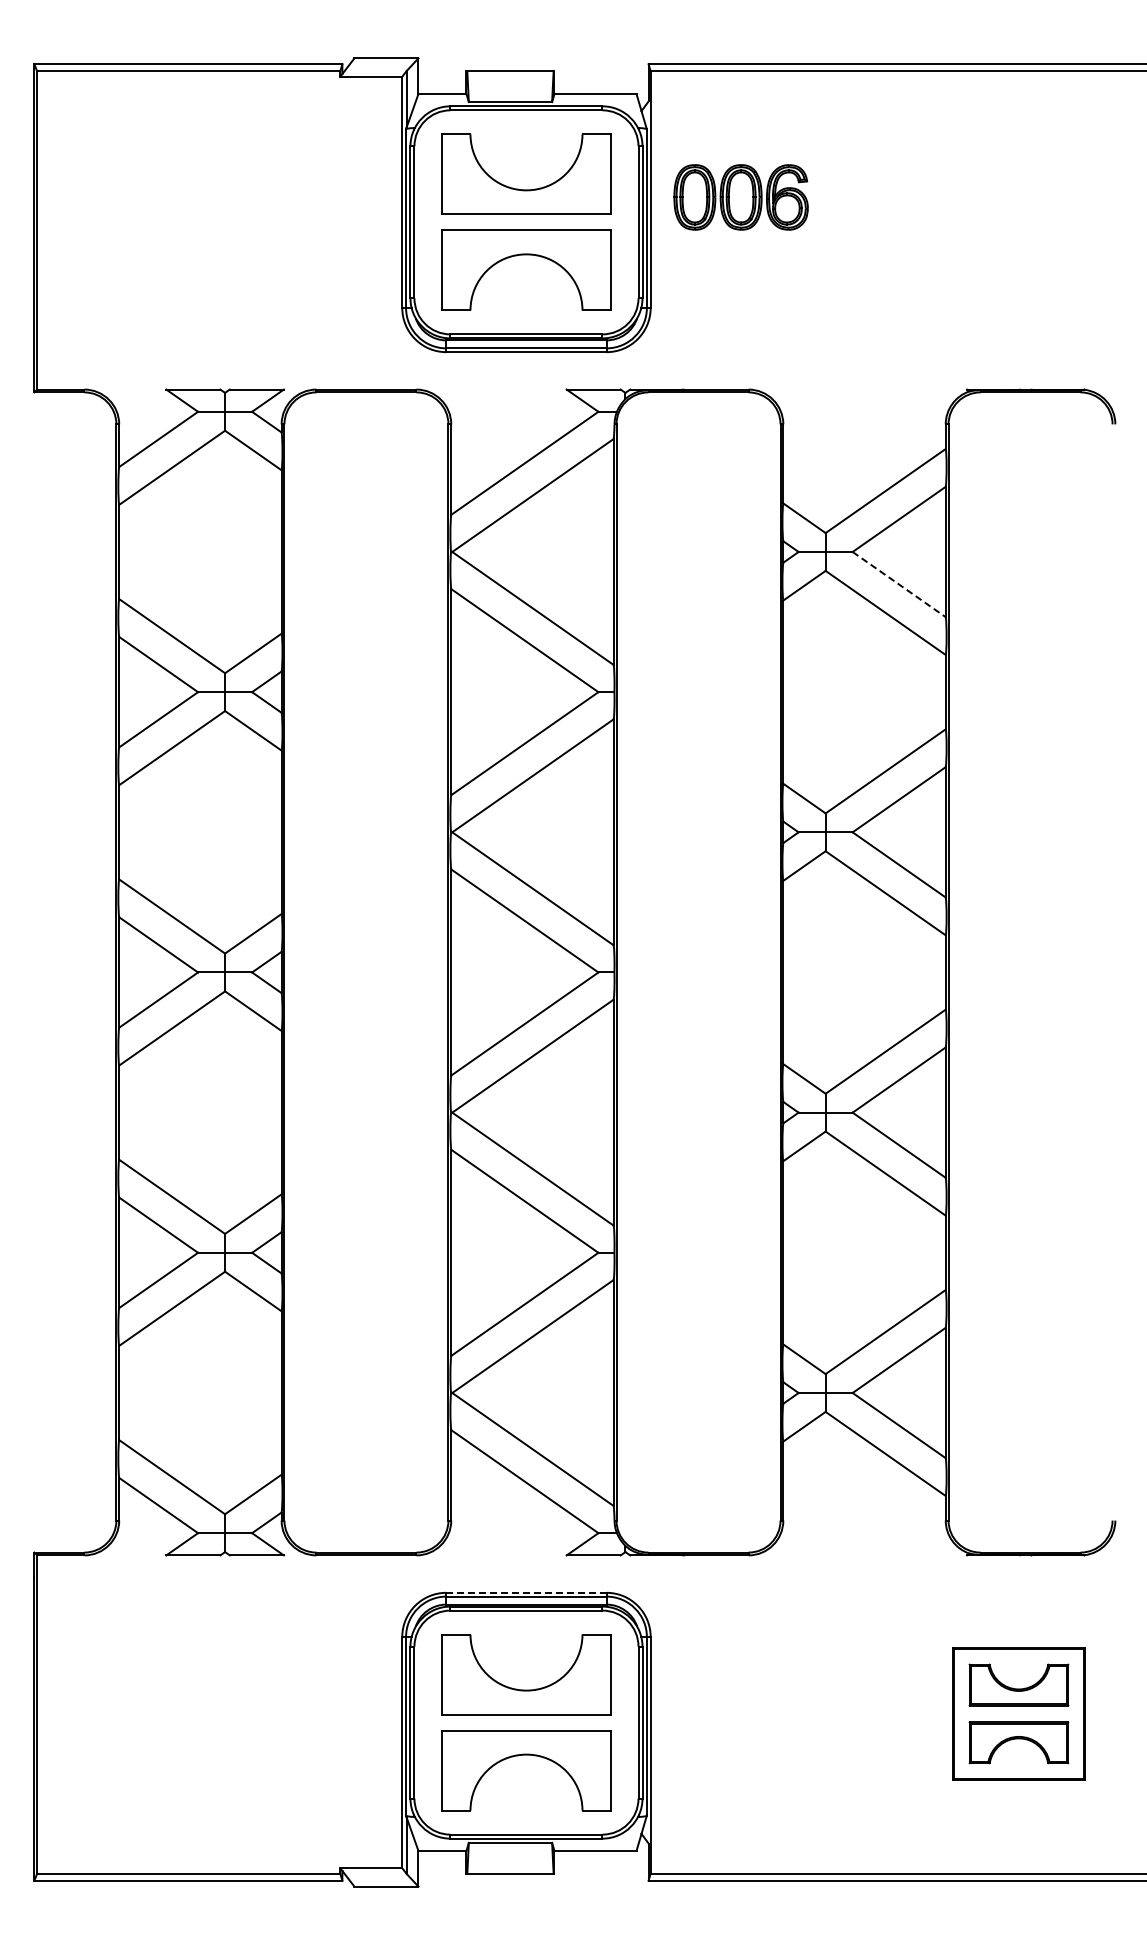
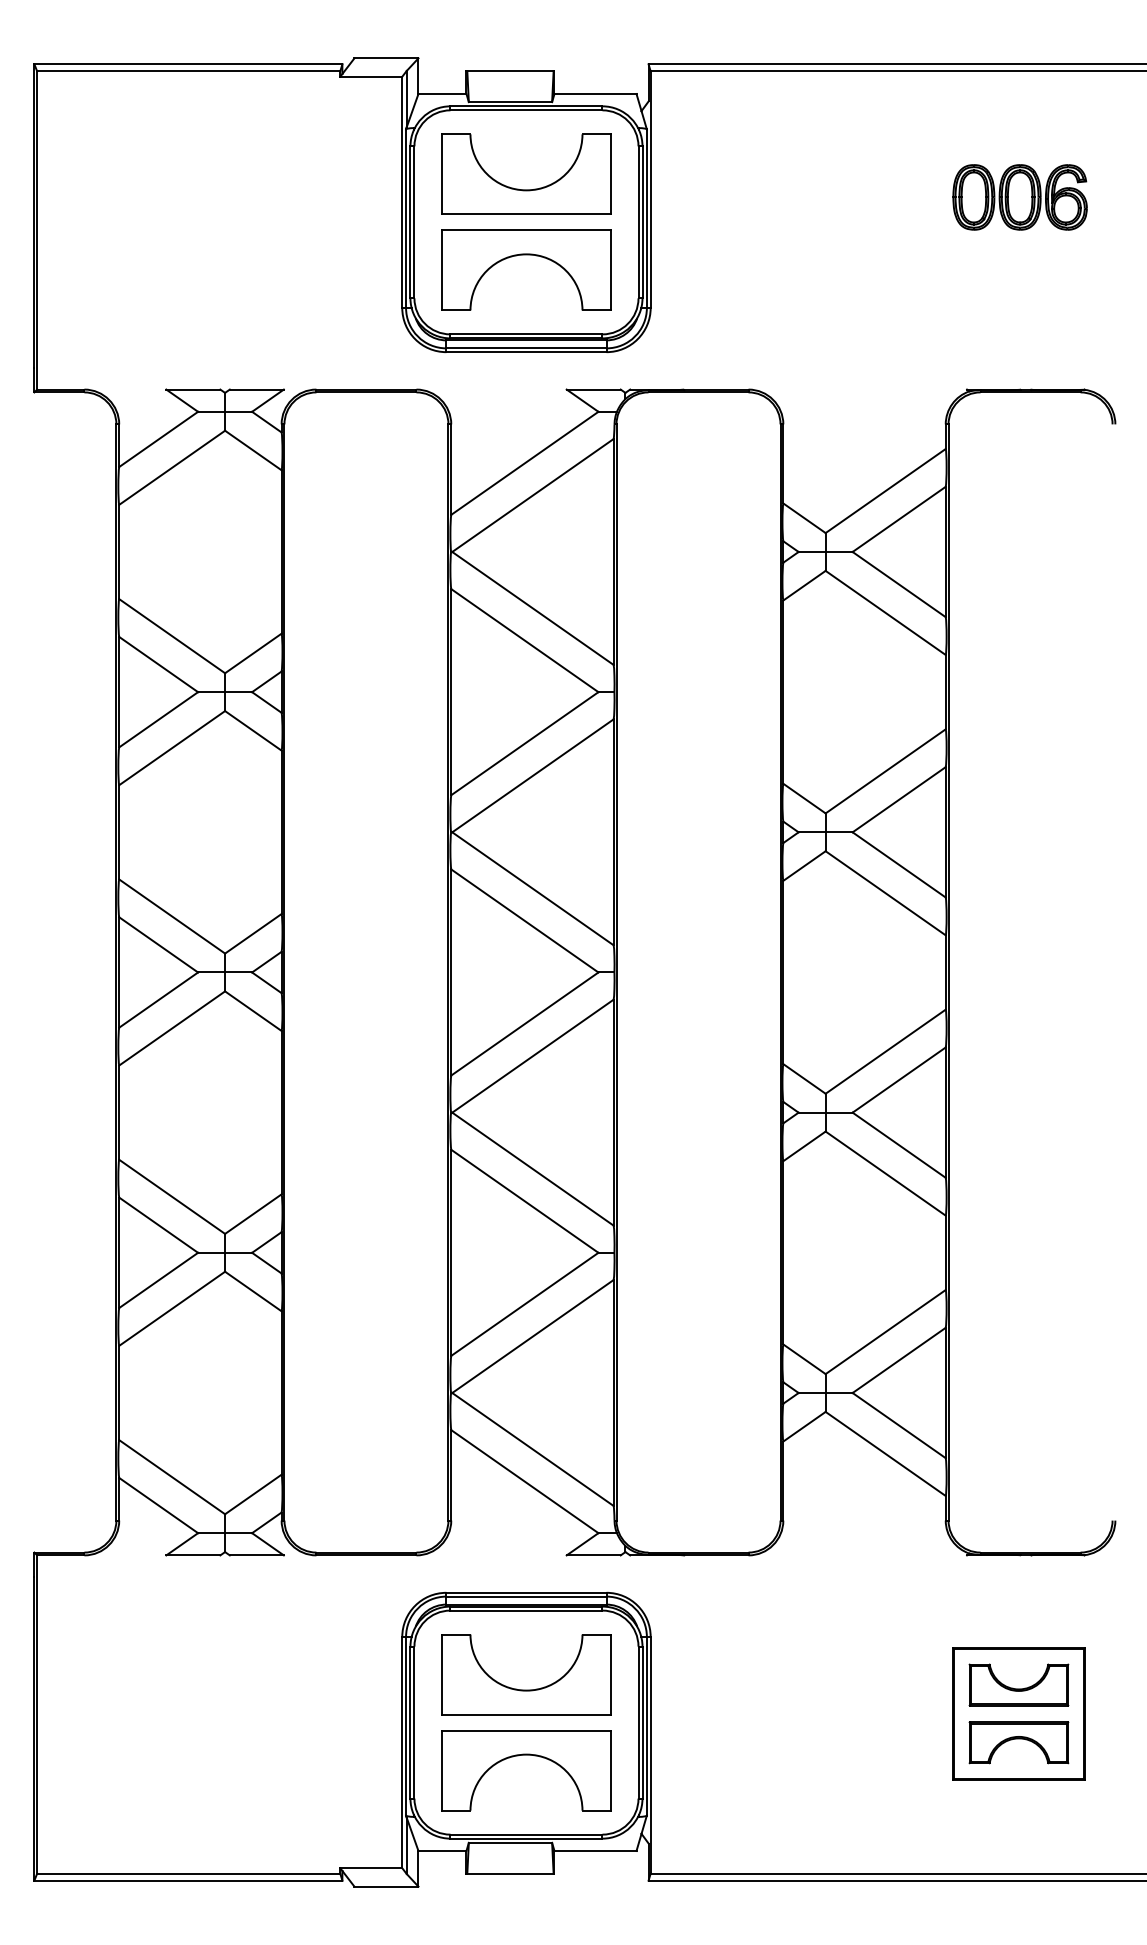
part at (740, 197) position: (740, 197) -> (1019, 197)
line at (899, 584): dashed -> solid
line at (526, 1592): dashed -> solid
